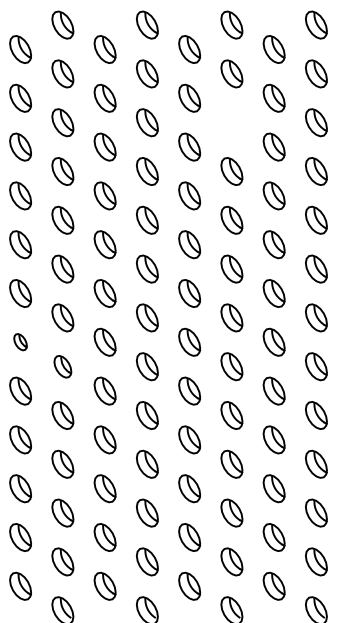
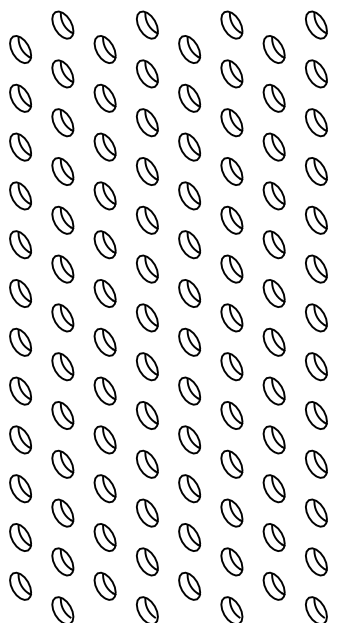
part at (231, 122): none -> present
part at (20, 342) size: 15x19 px -> 23x30 px
part at (62, 366) size: 20x24 px -> 24x30 px
